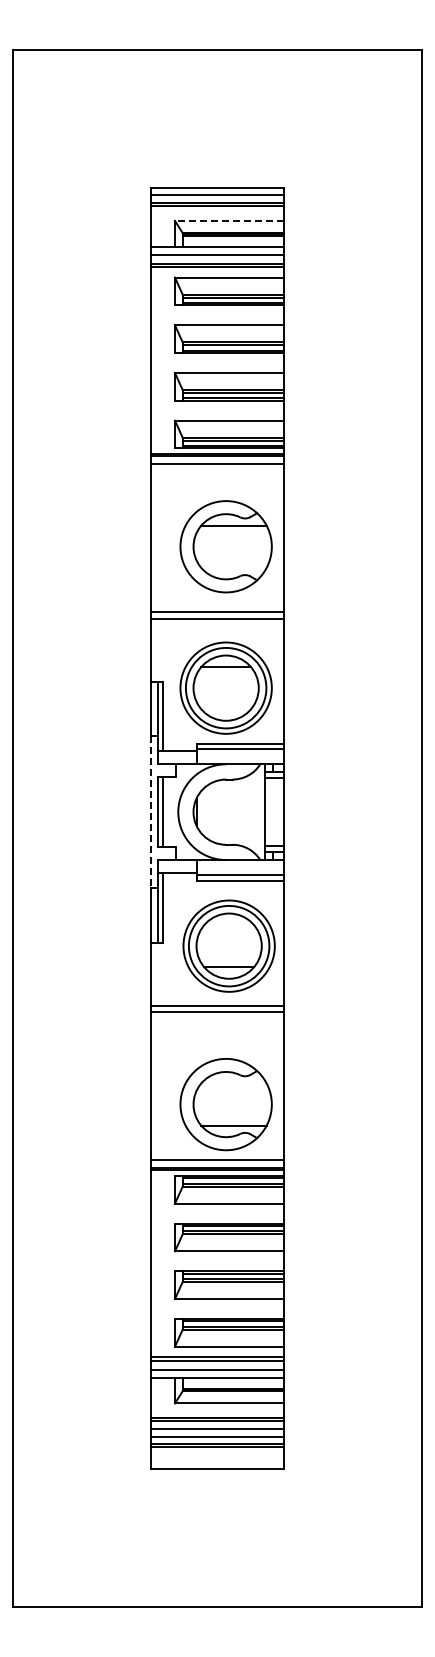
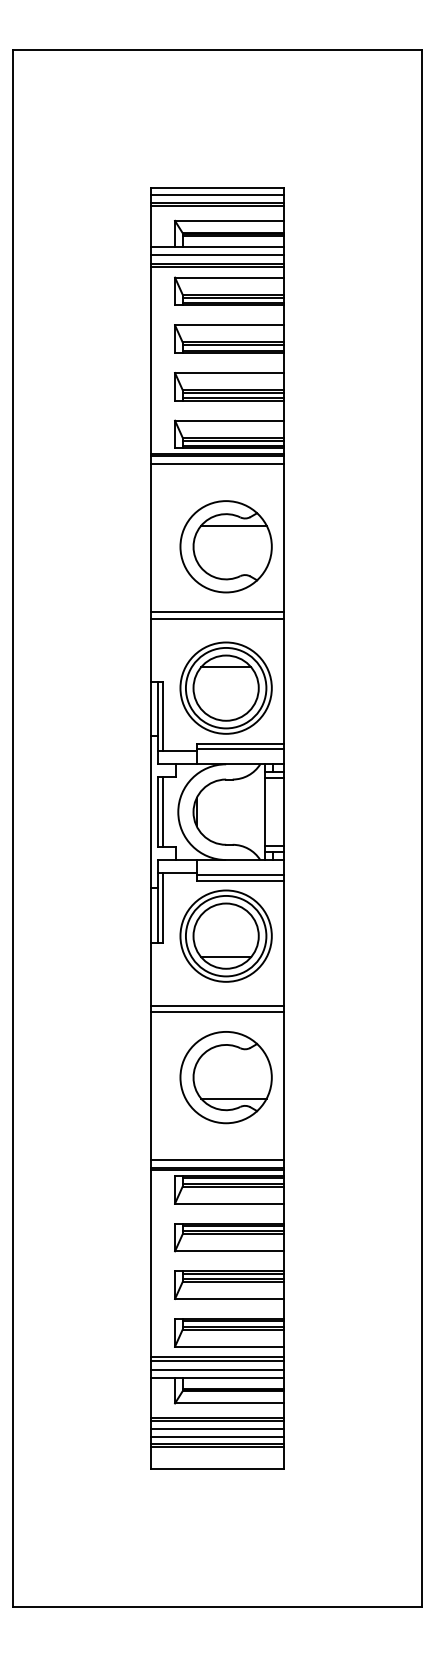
line at (228, 220): dashed -> solid
line at (151, 812): dashed -> solid
part at (228, 945) position: (228, 945) -> (225, 935)
part at (225, 1104) position: (225, 1104) -> (225, 1077)
